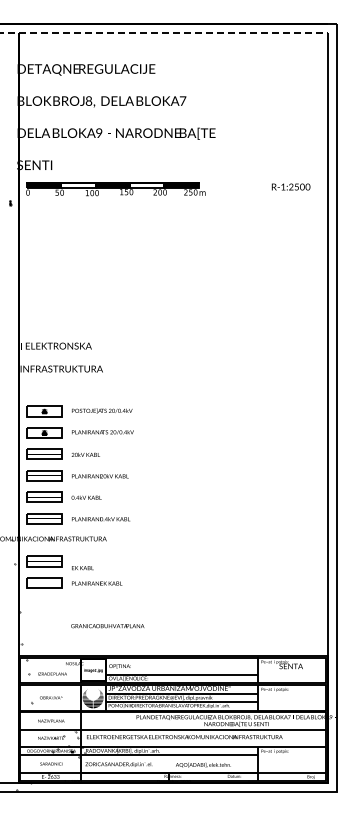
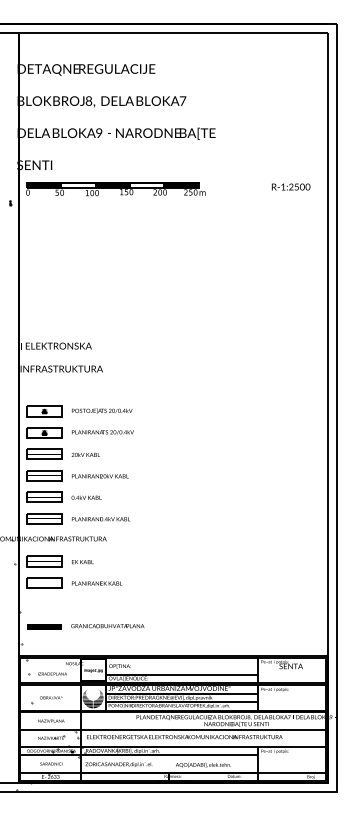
line at (164, 33): dashed -> solid
text at (82, 568) position: (82, 568) -> (82, 562)
line at (44, 626): none -> present
